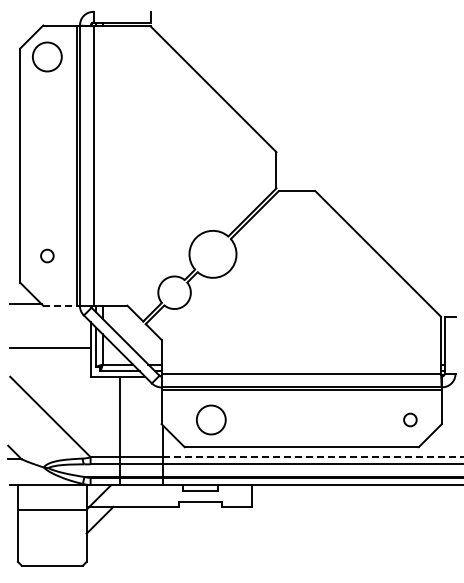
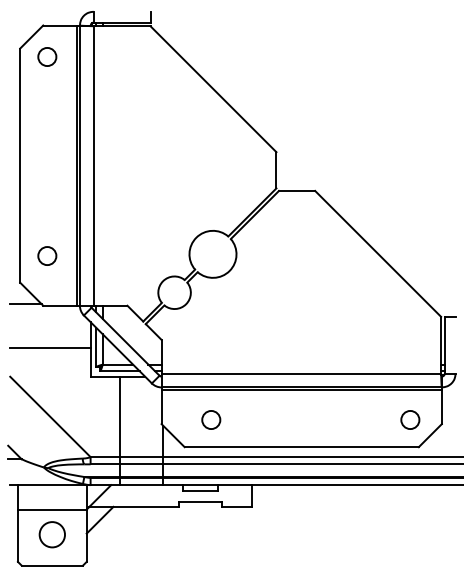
circle at (46, 56) diameter: 29 px -> 18 px
circle at (47, 255) size: 15x16 px -> 21x20 px
line at (60, 305): dashed -> solid
circle at (210, 419) diameter: 29 px -> 18 px
circle at (410, 419) size: 15x16 px -> 21x20 px
line at (313, 457): dashed -> solid
circle at (51, 534): none -> present
